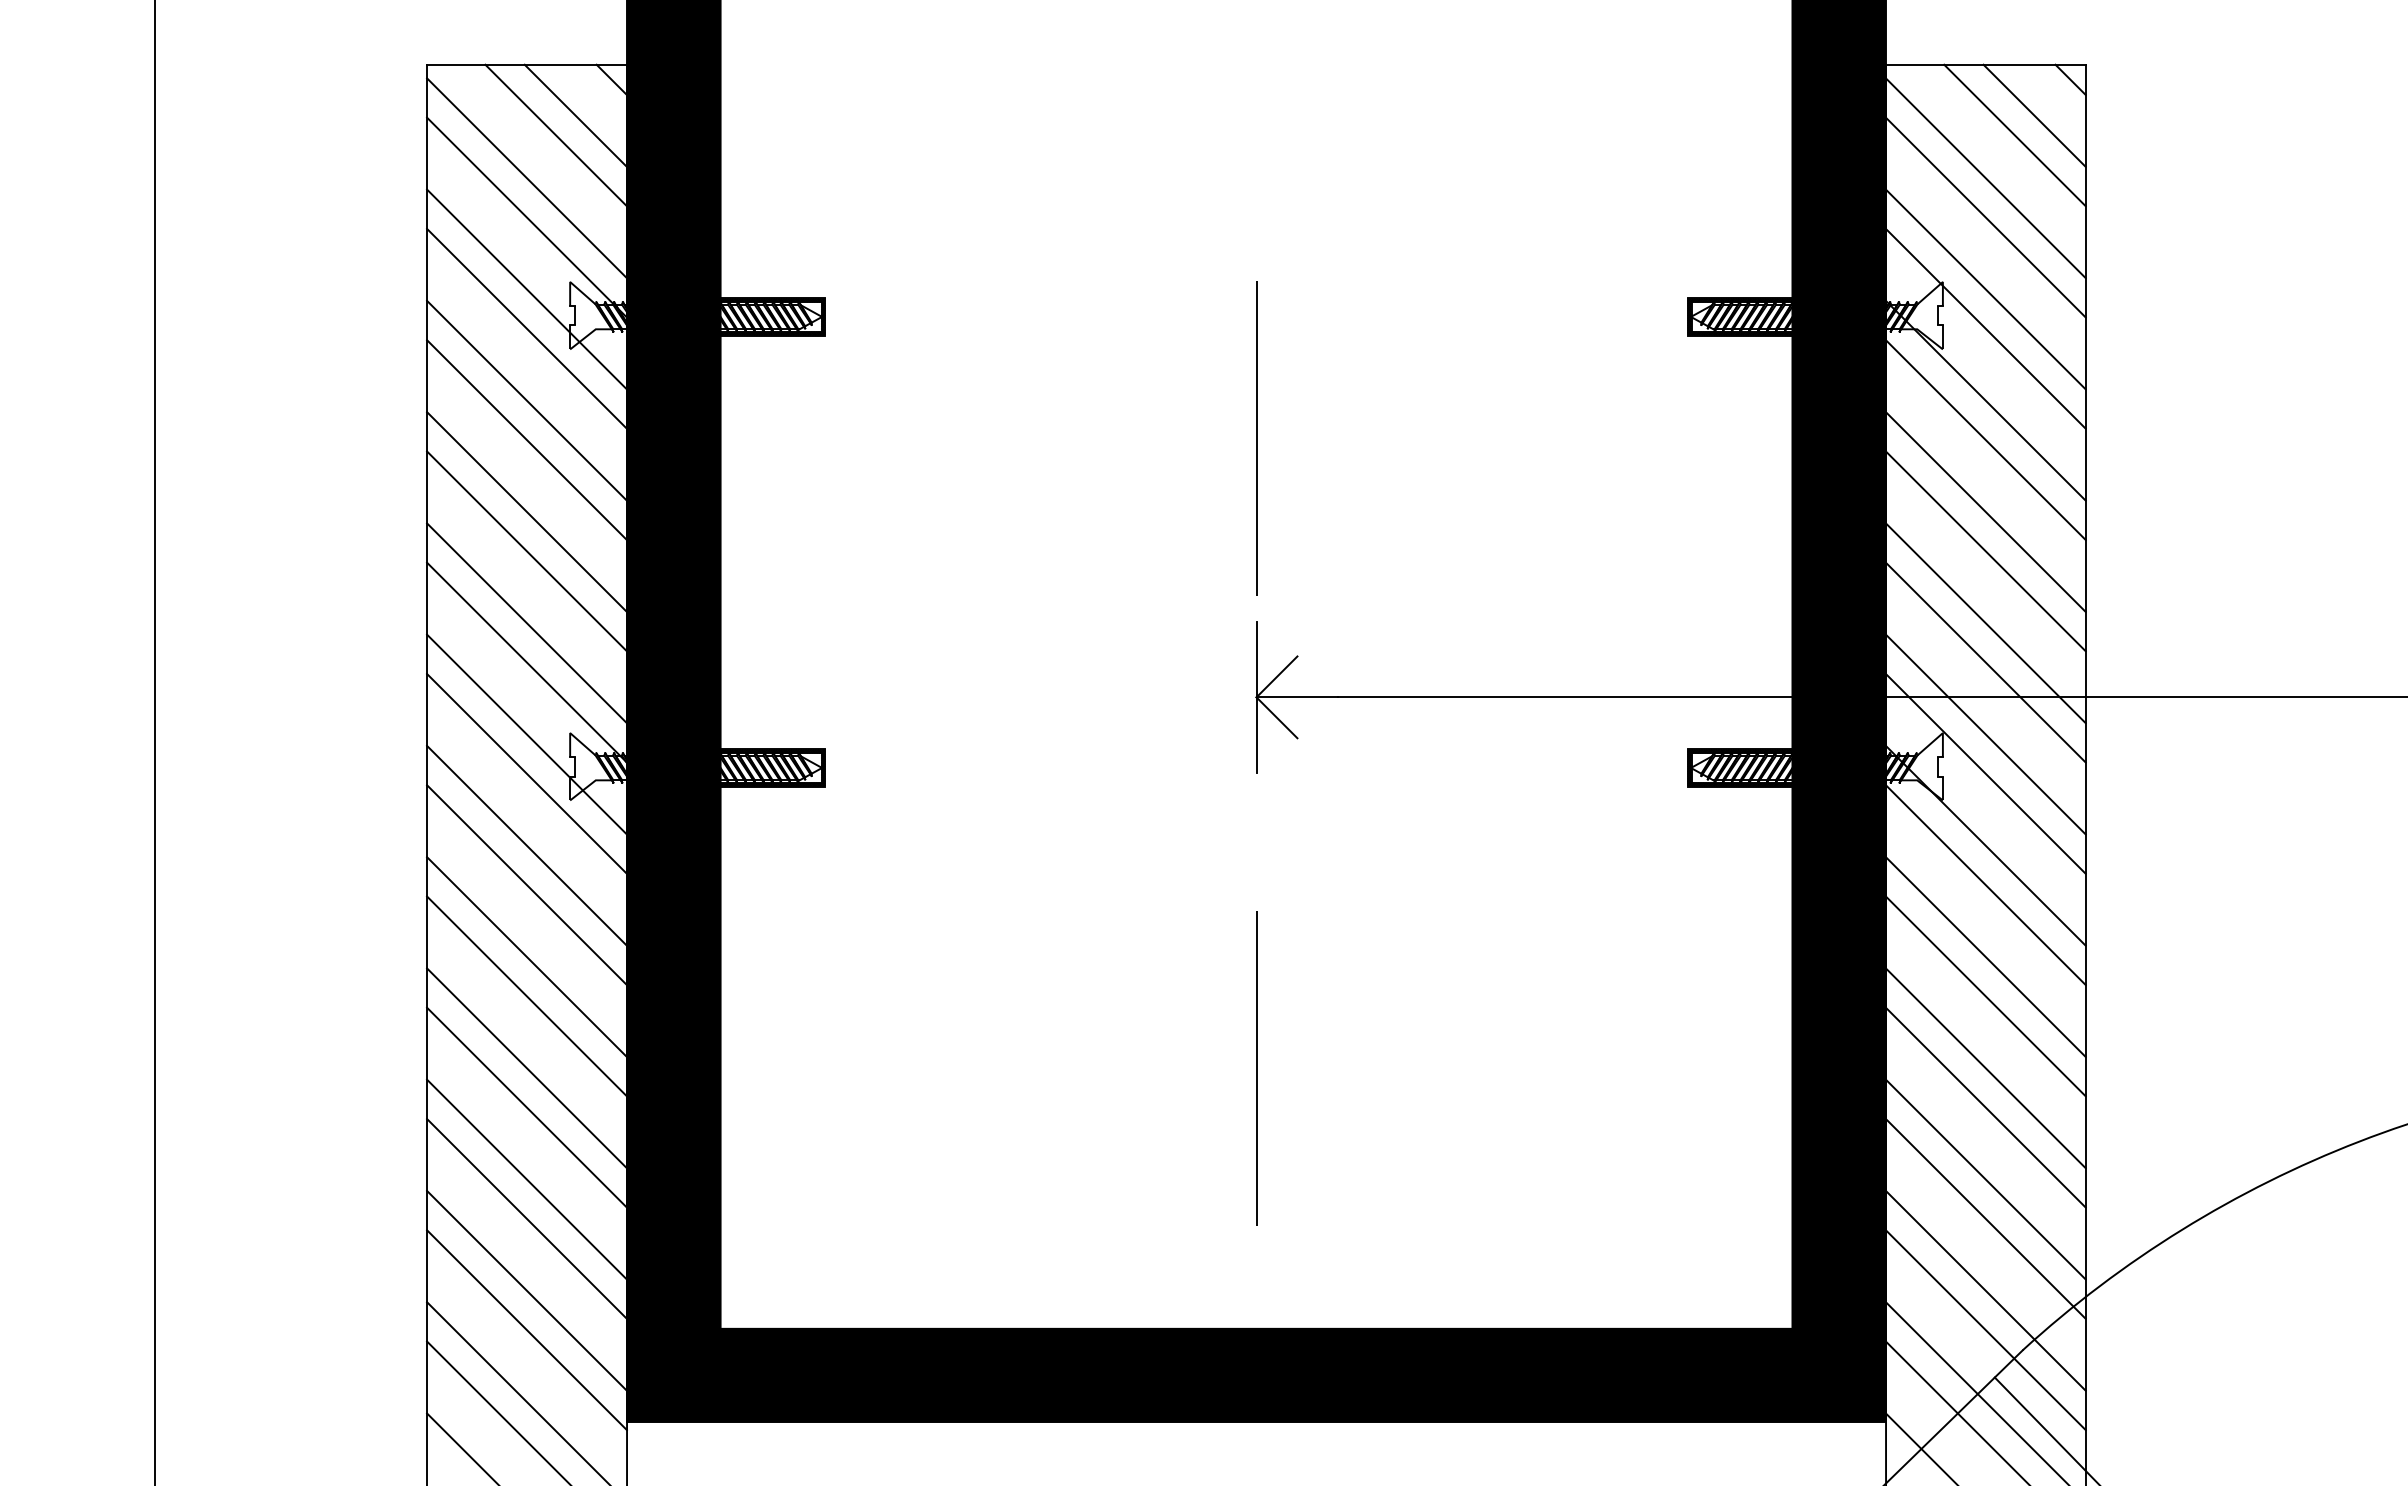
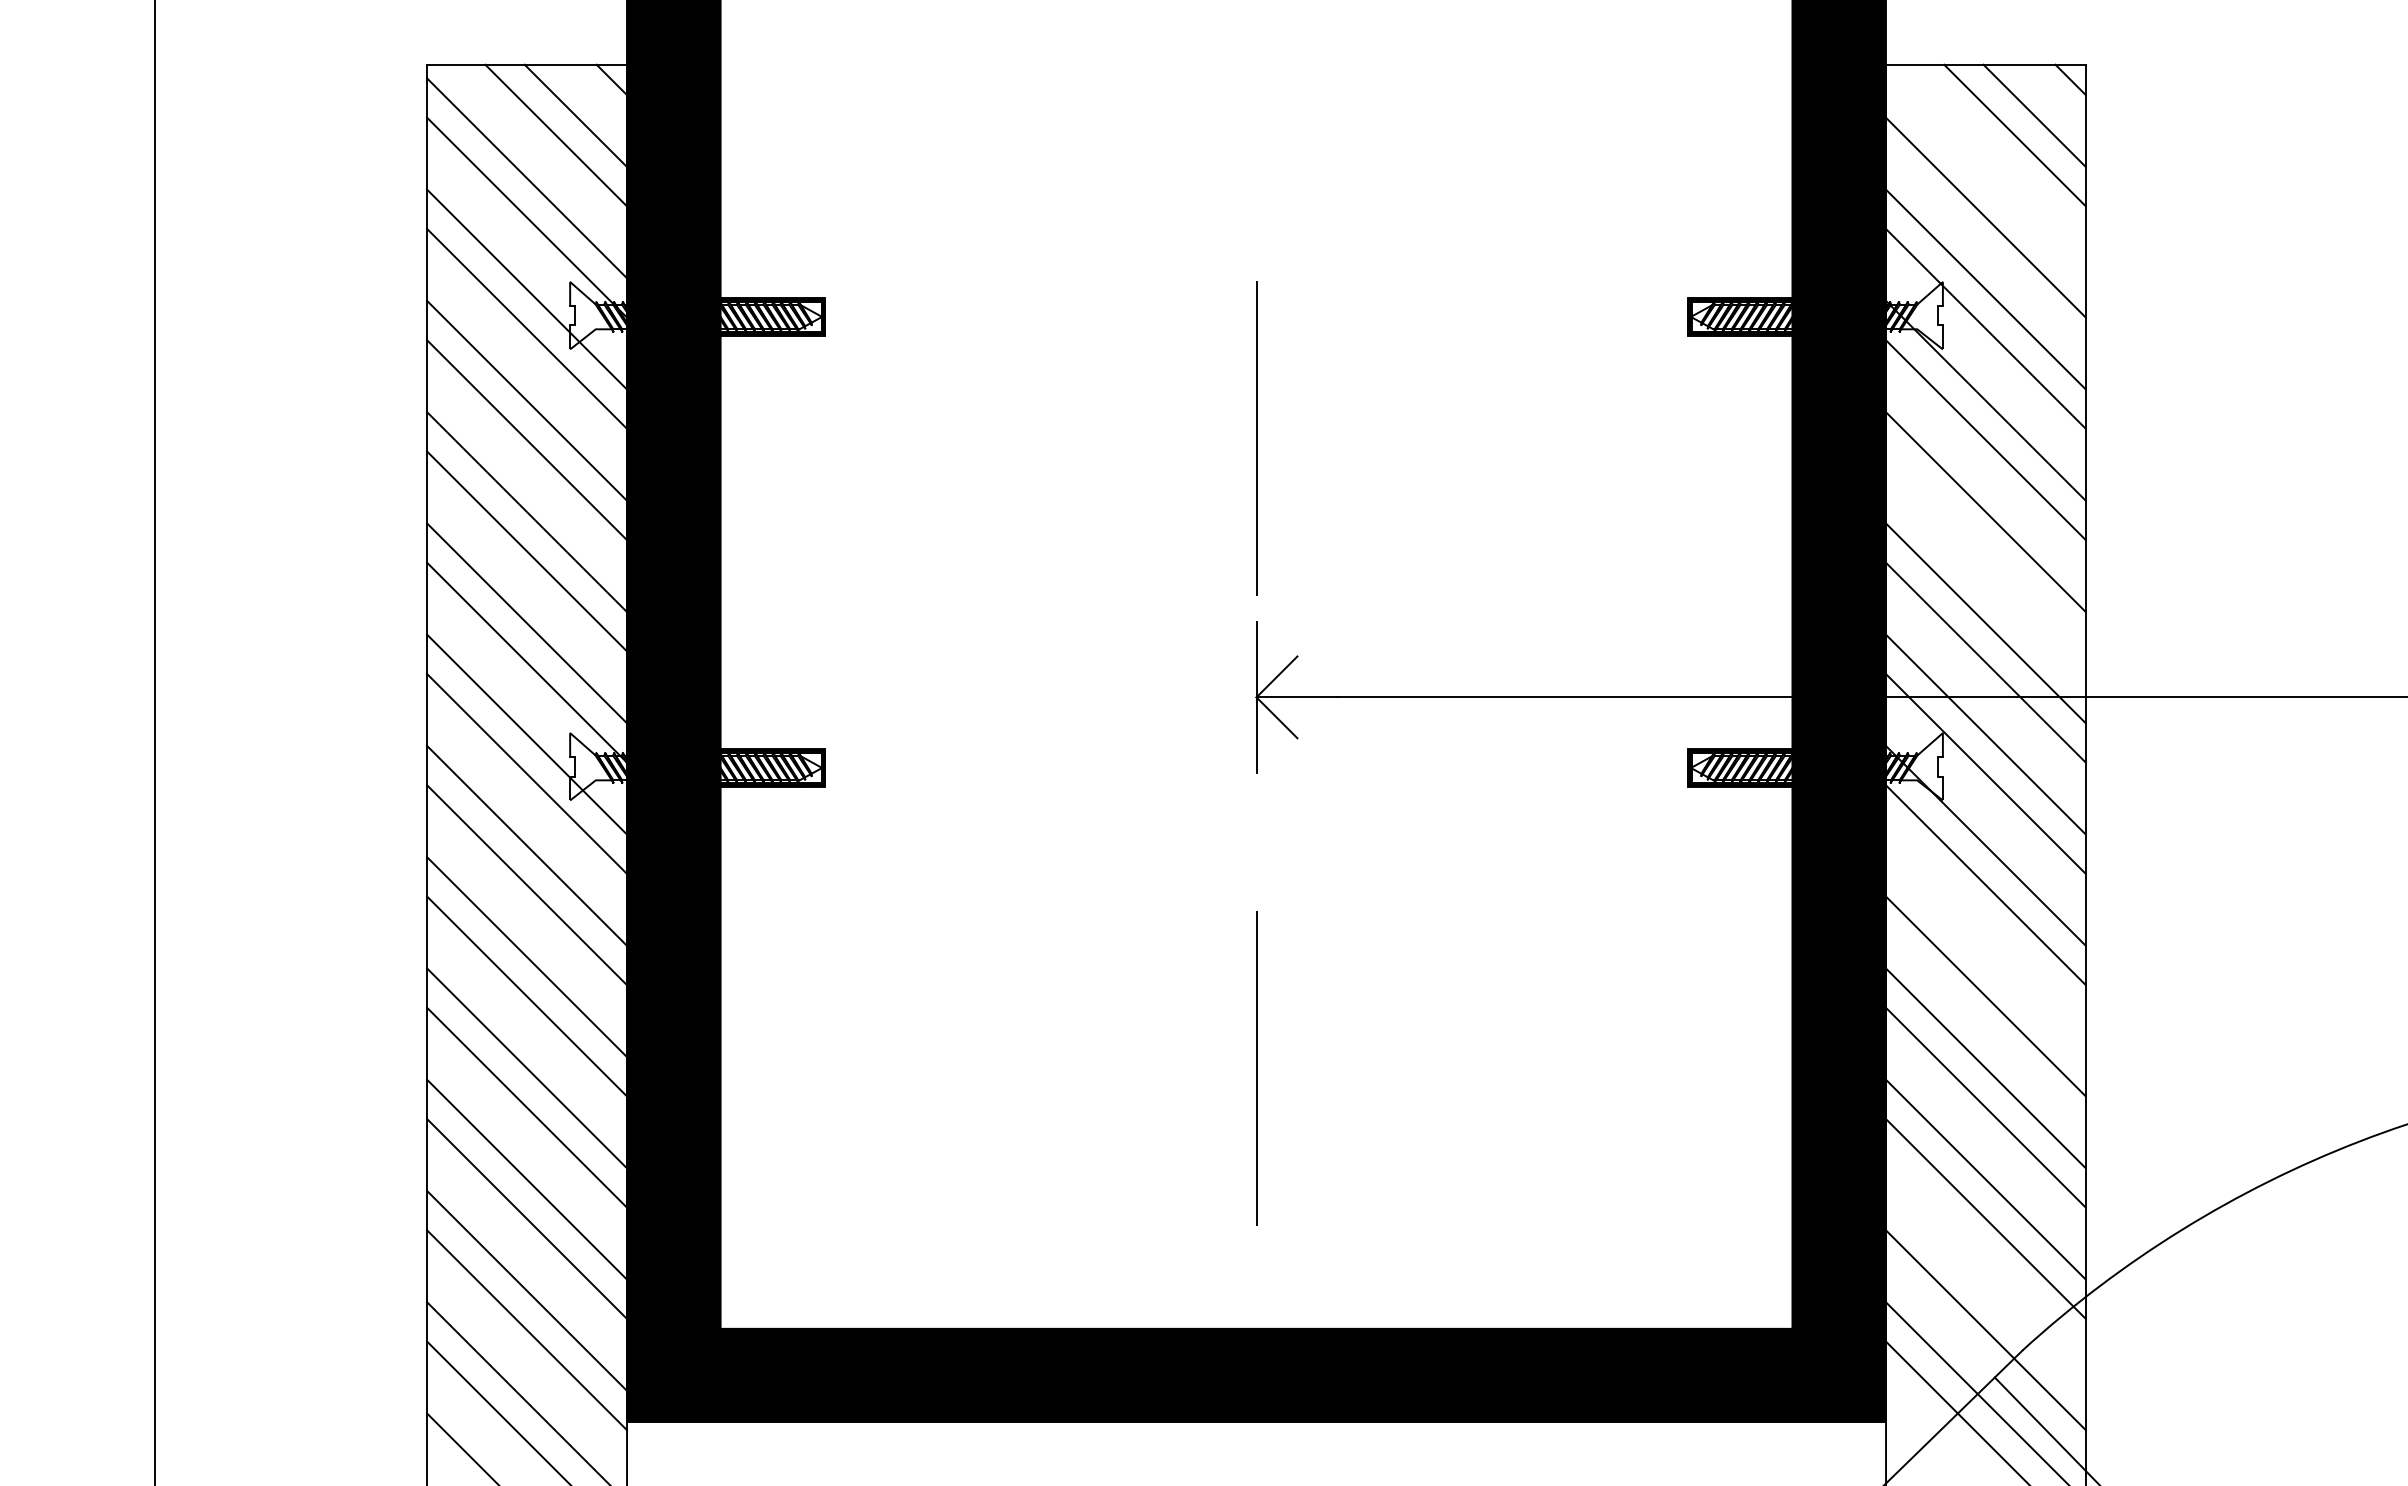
line at (1985, 178): present -> none
line at (1985, 551): present -> none
line at (1985, 956): present -> none
line at (1985, 1290): present -> none
line at (1920, 1447): present -> none
